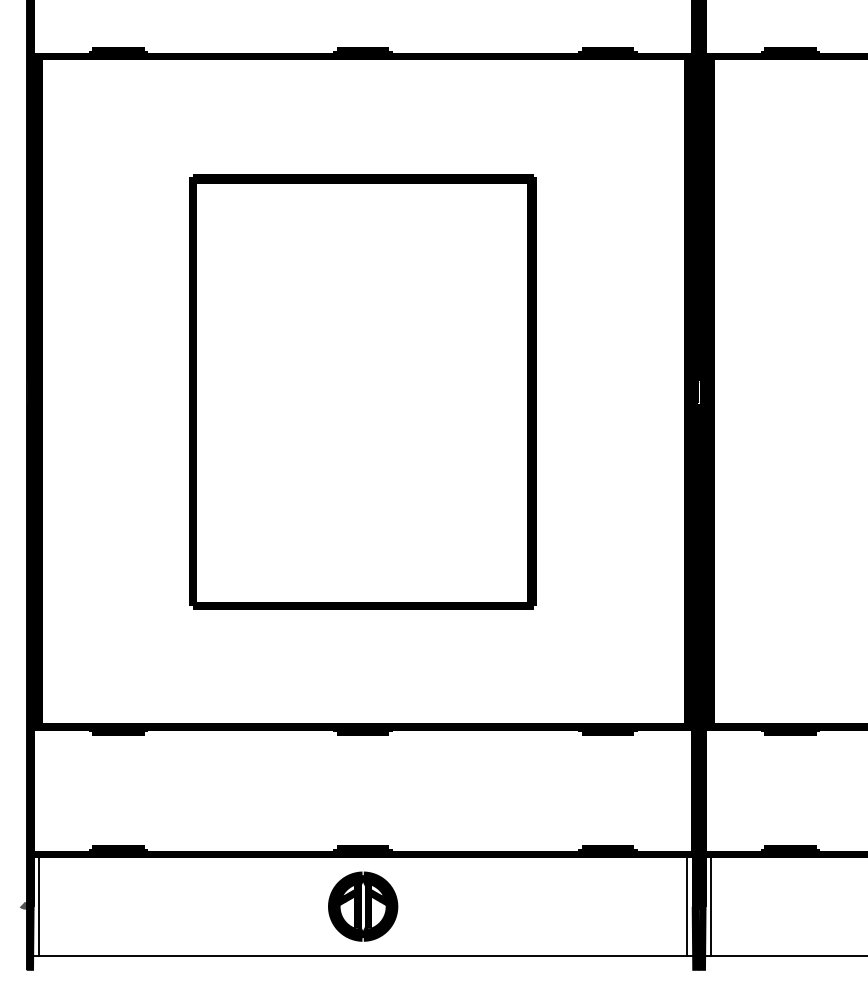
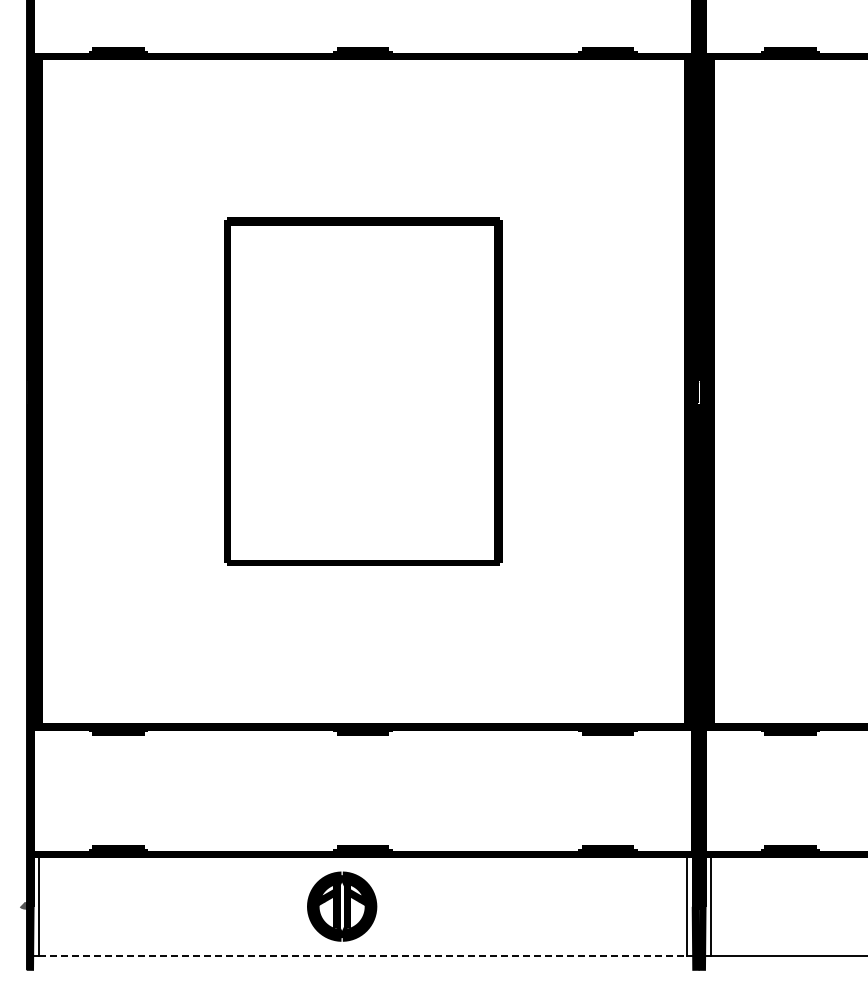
part at (362, 391) size: 348x436 px -> 279x349 px
part at (363, 906) position: (363, 906) -> (342, 906)
line at (363, 956): solid -> dashed
